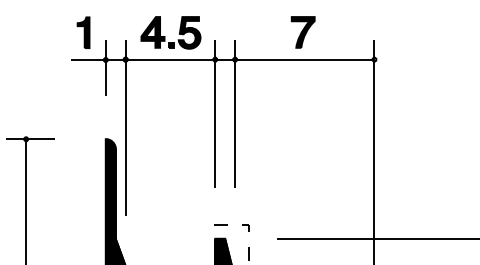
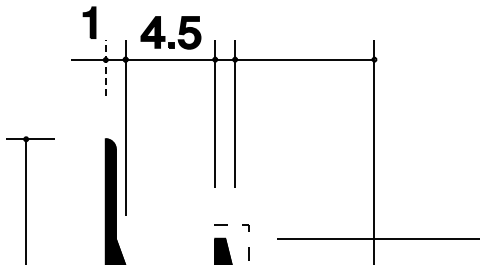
part at (83, 32) position: (83, 32) -> (89, 22)
part at (302, 32): present -> none
line at (105, 68): solid -> dashed
